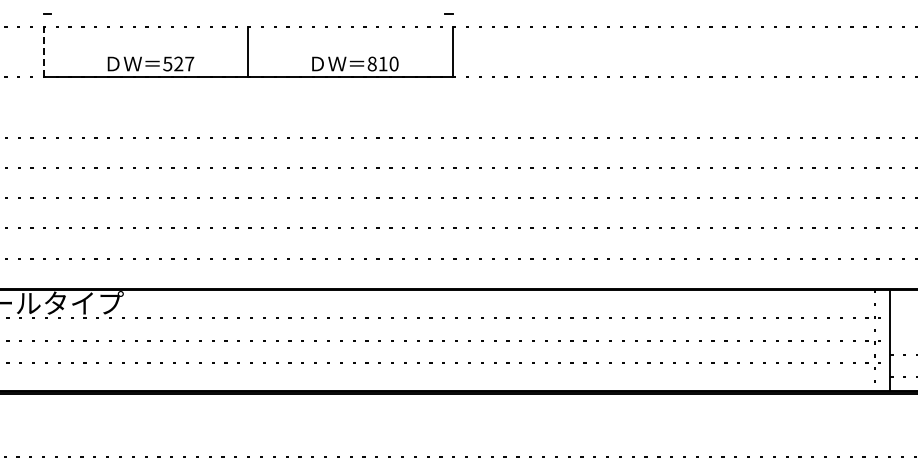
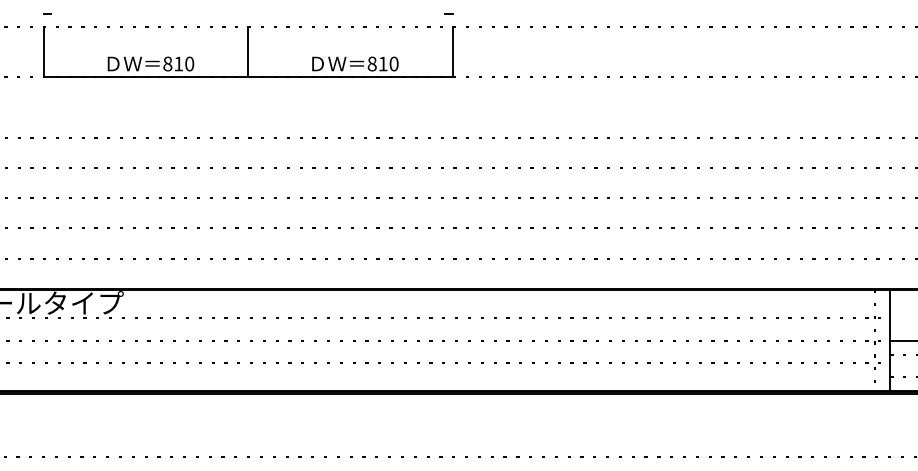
line at (43, 51): dashed -> solid
text at (178, 63): 527 -> 810
line at (902, 340): none -> present
